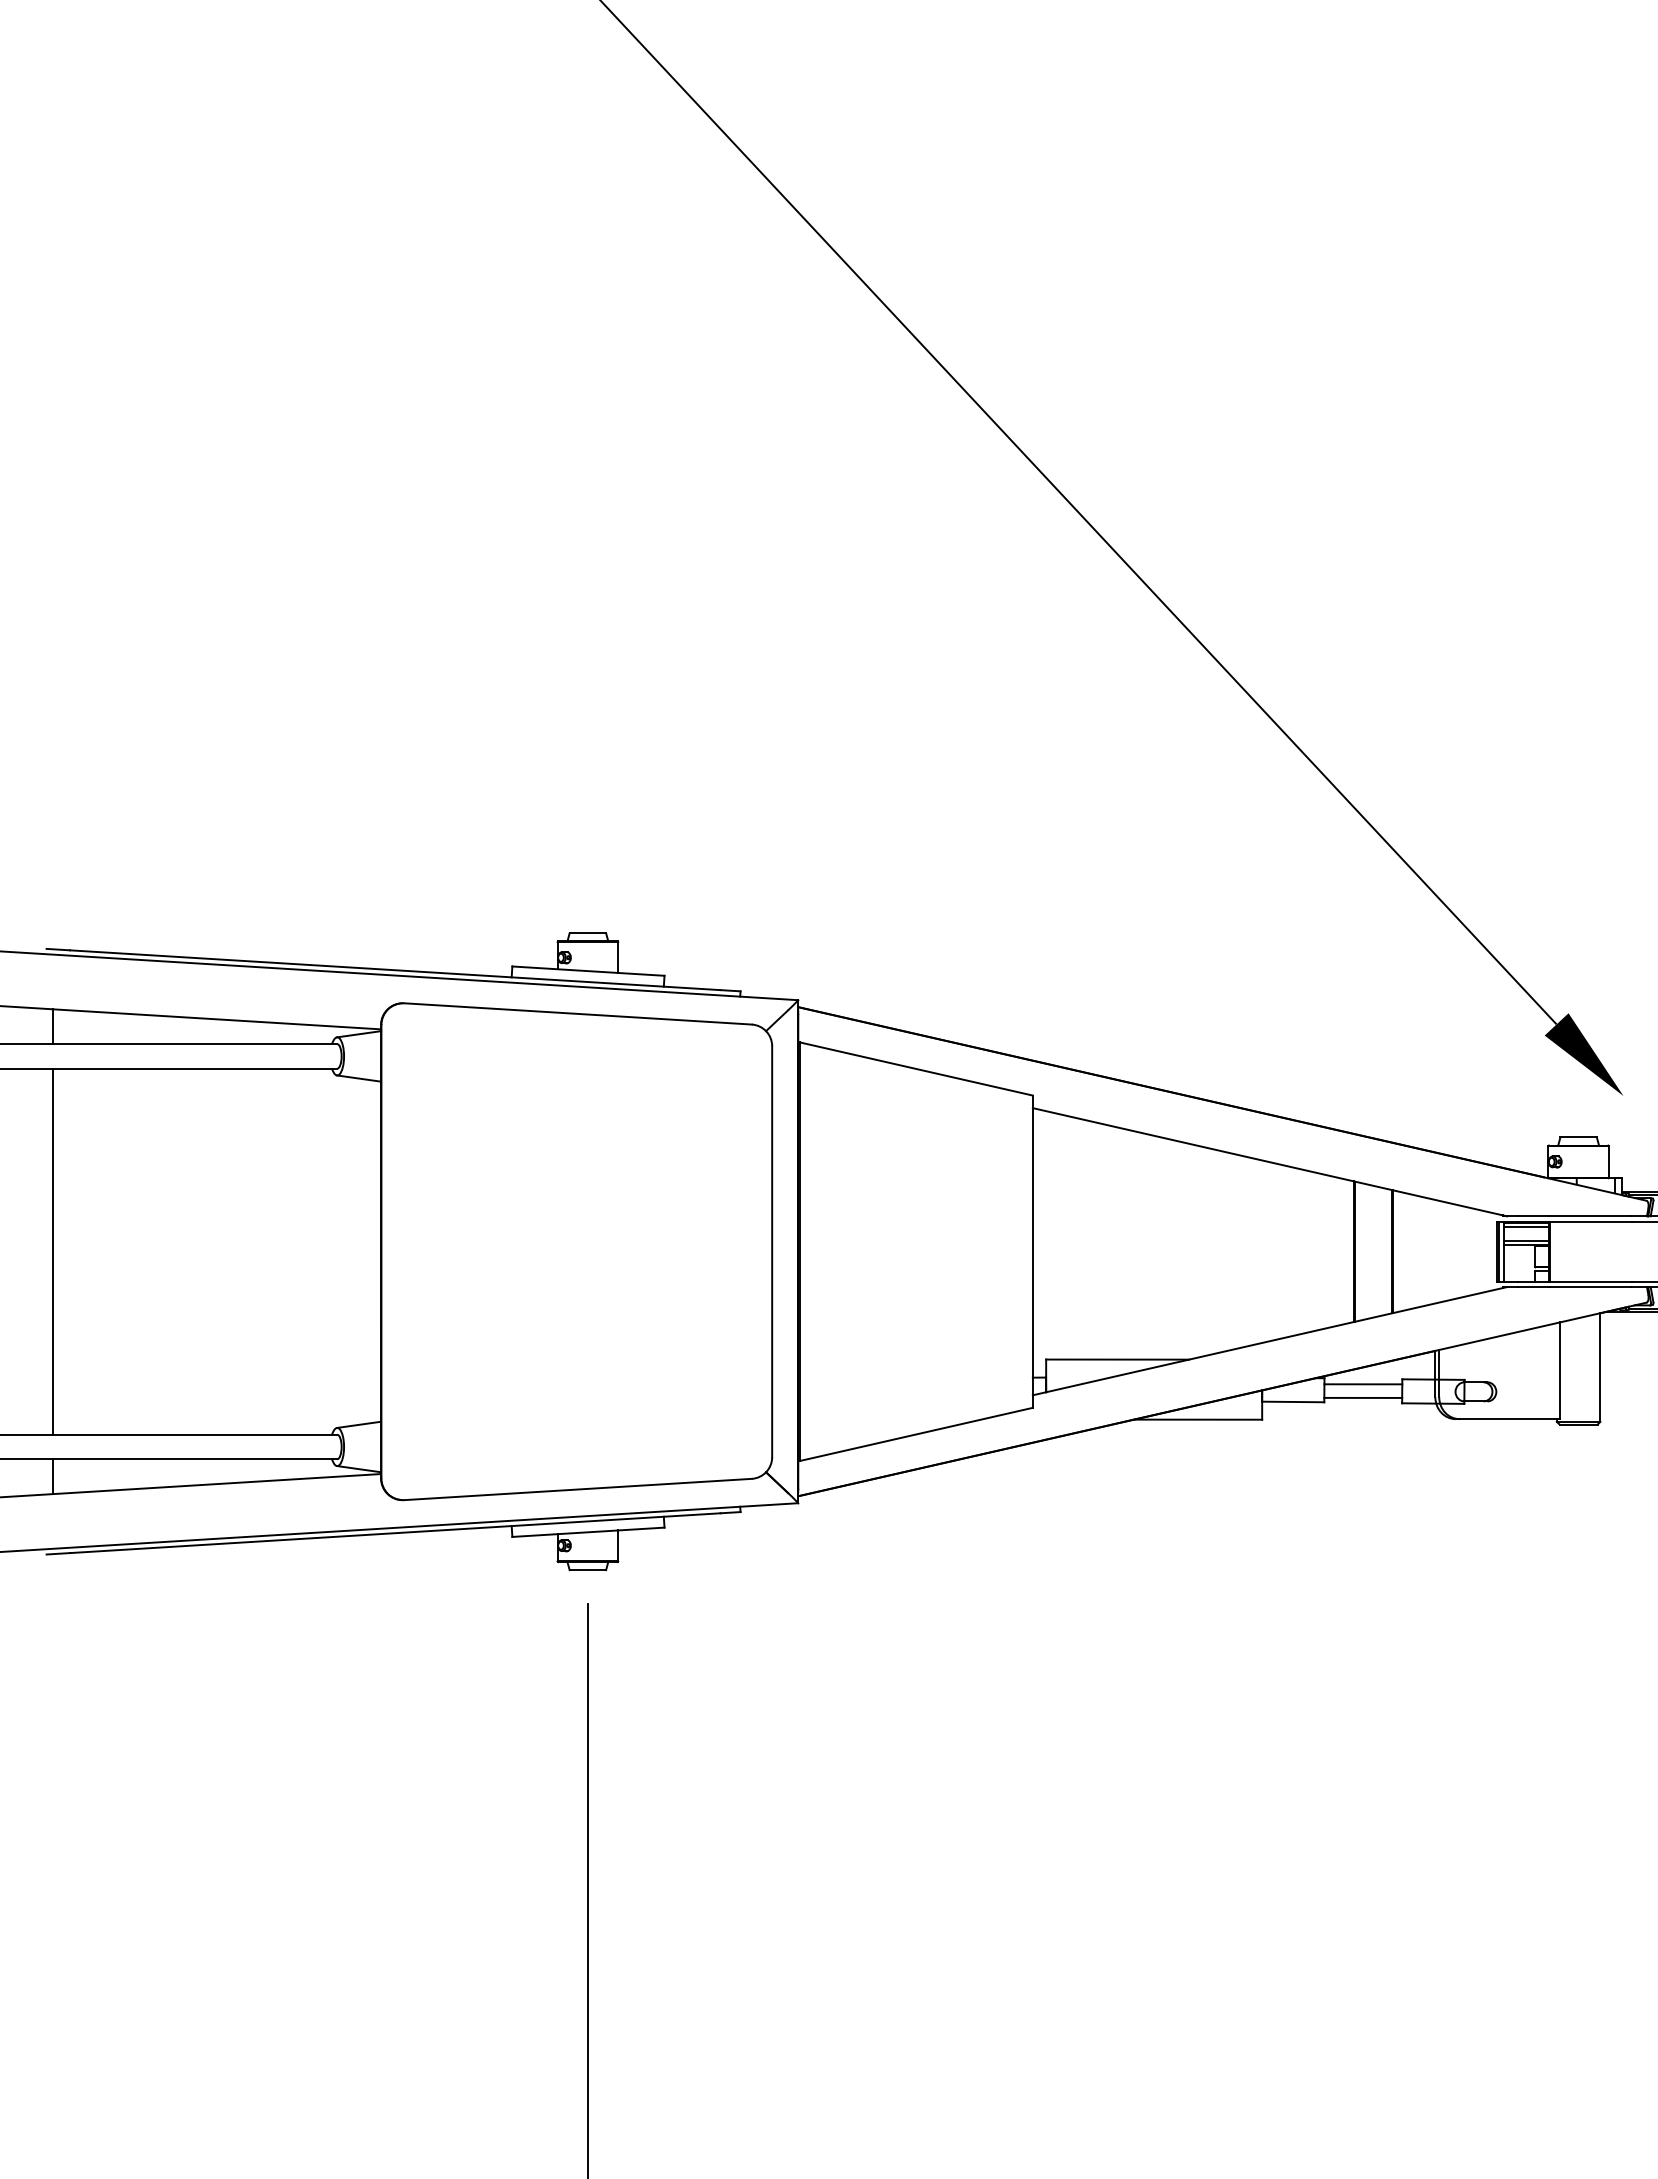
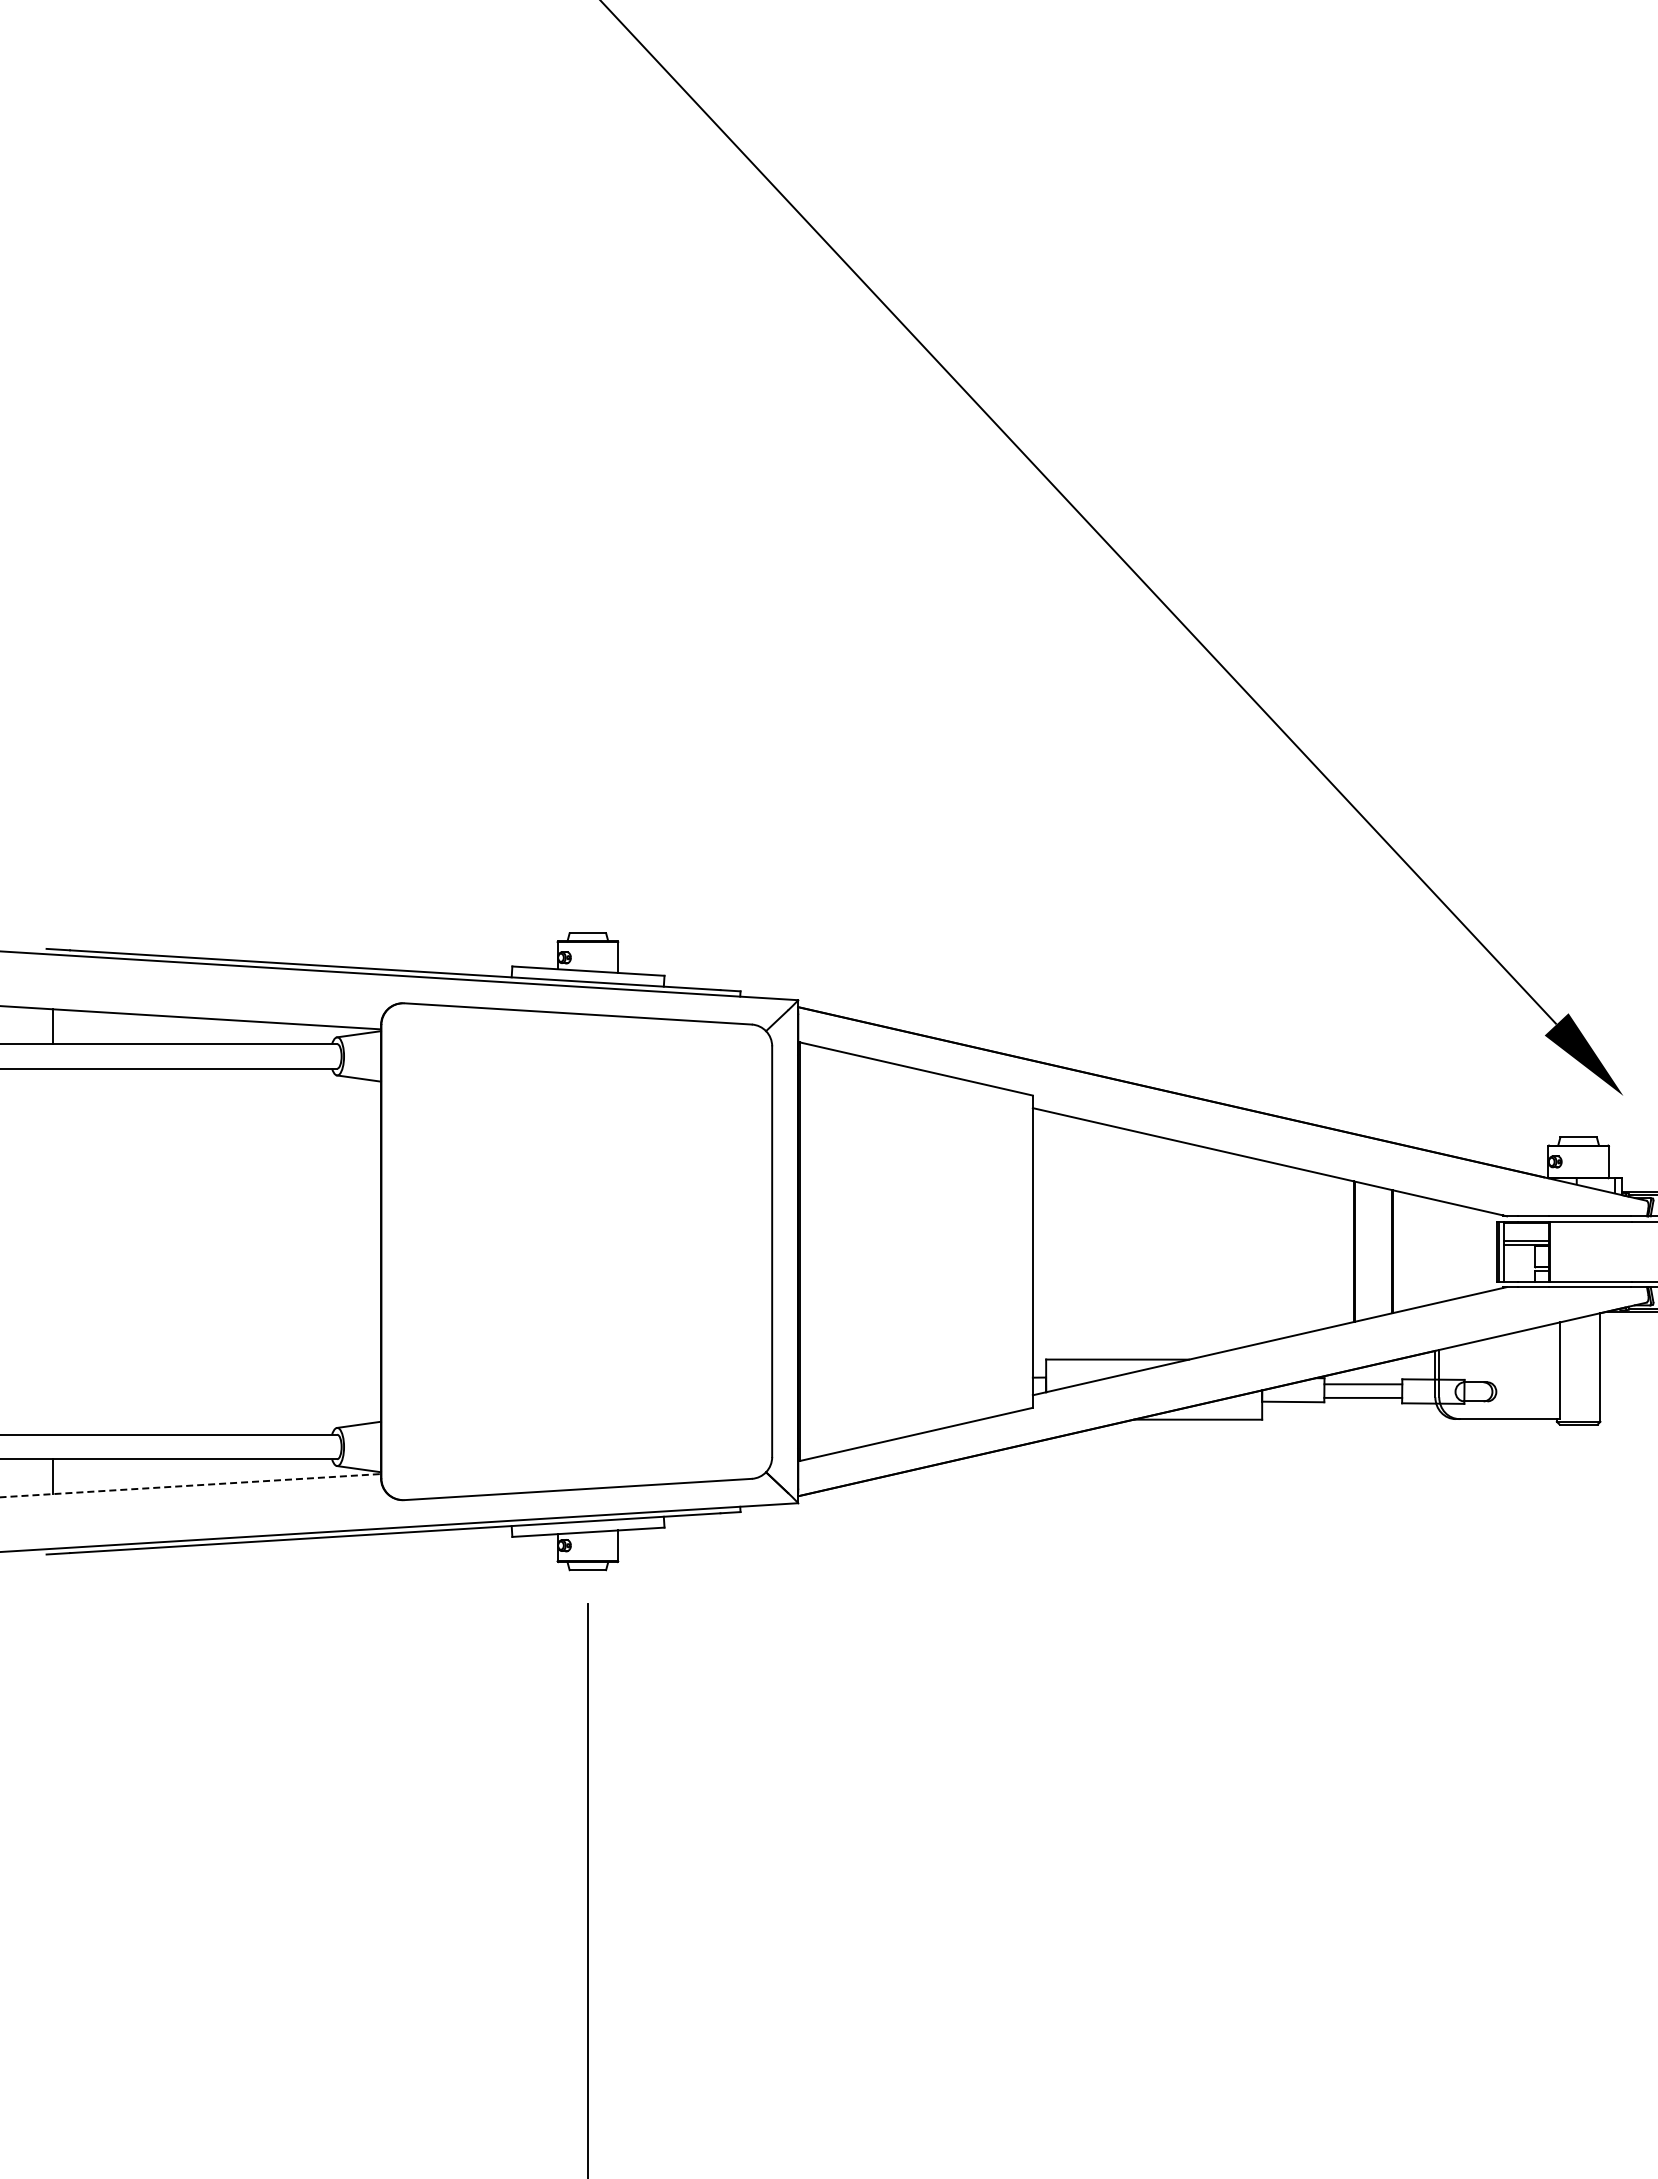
line at (1526, 1227): present -> none
line at (53, 1251): present -> none
line at (190, 1485): solid -> dashed
